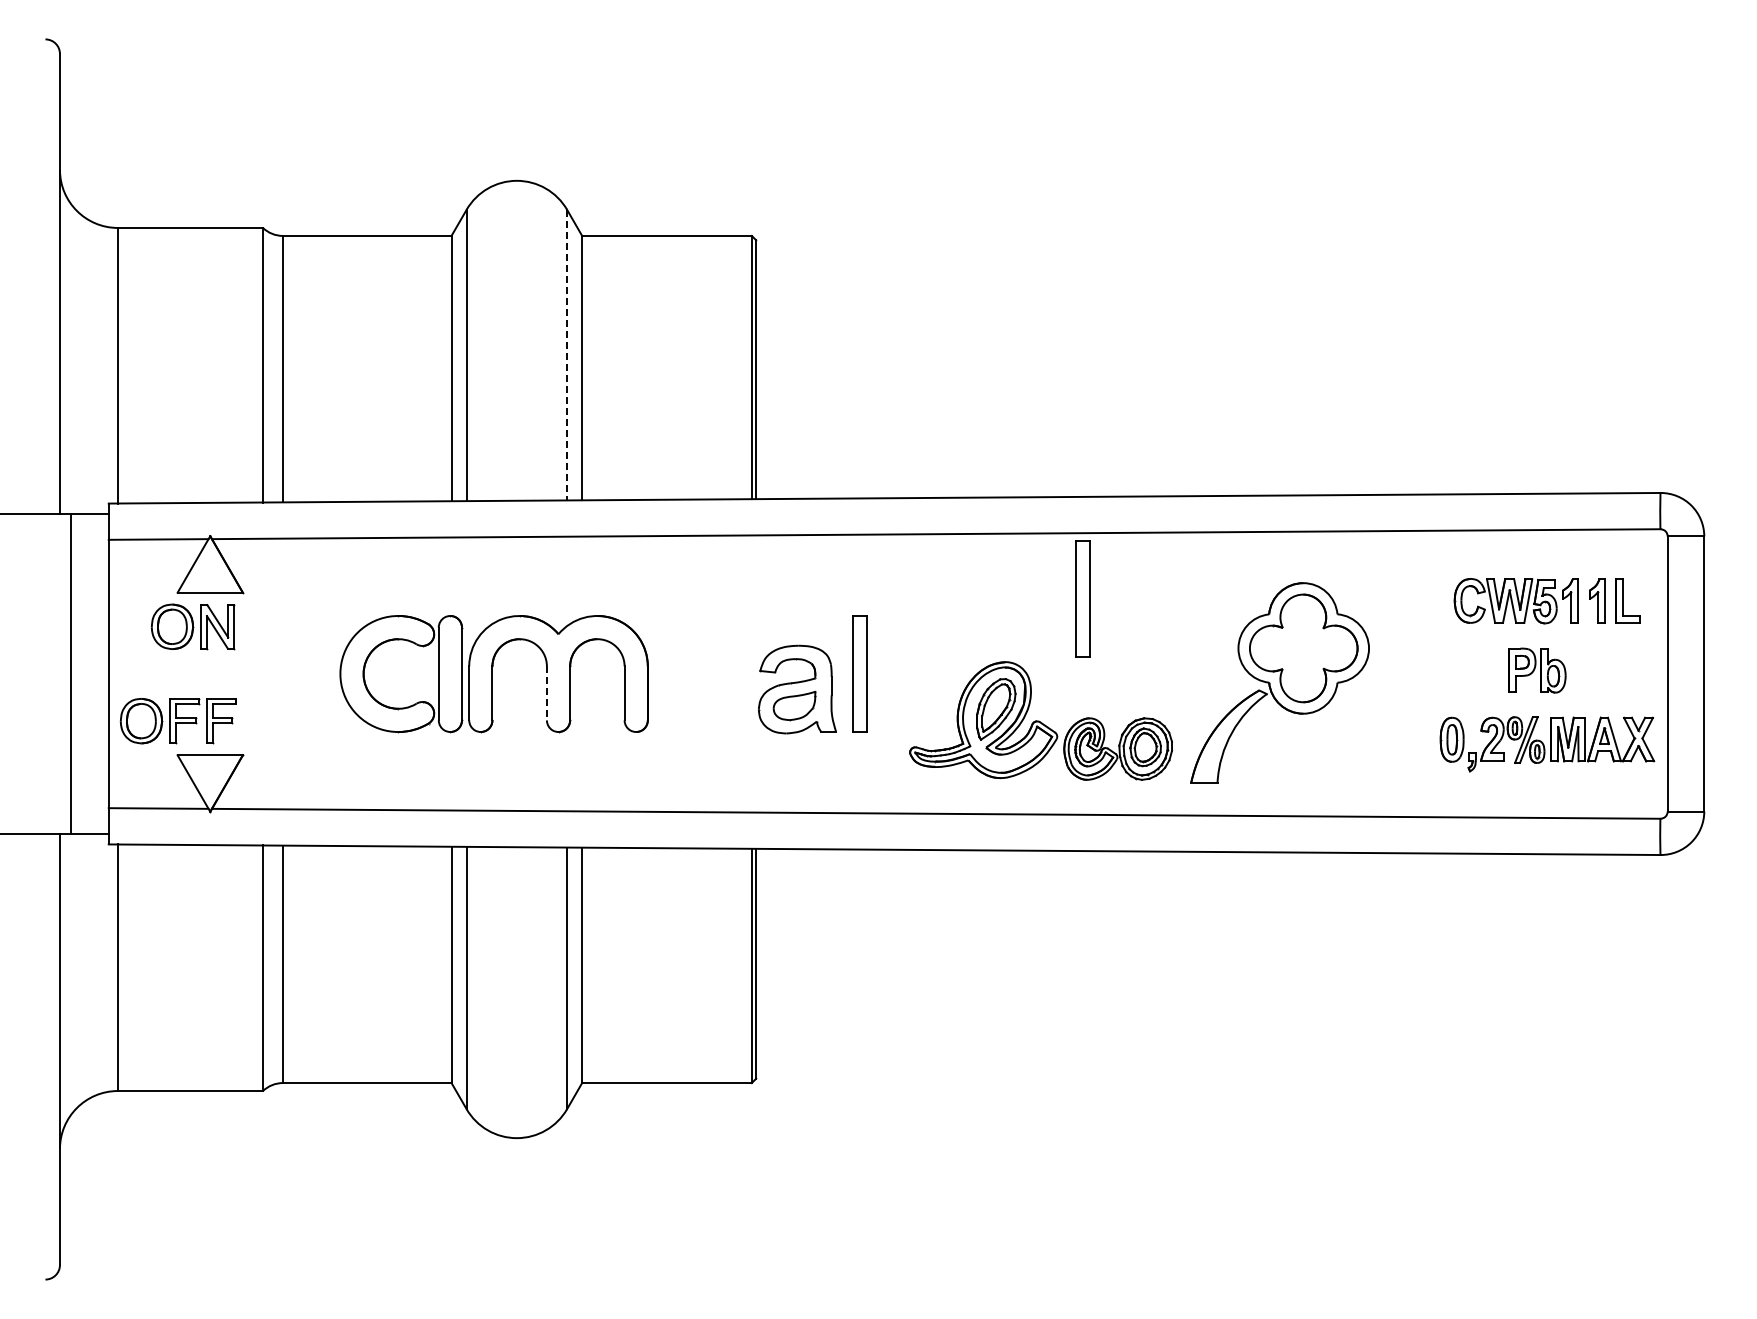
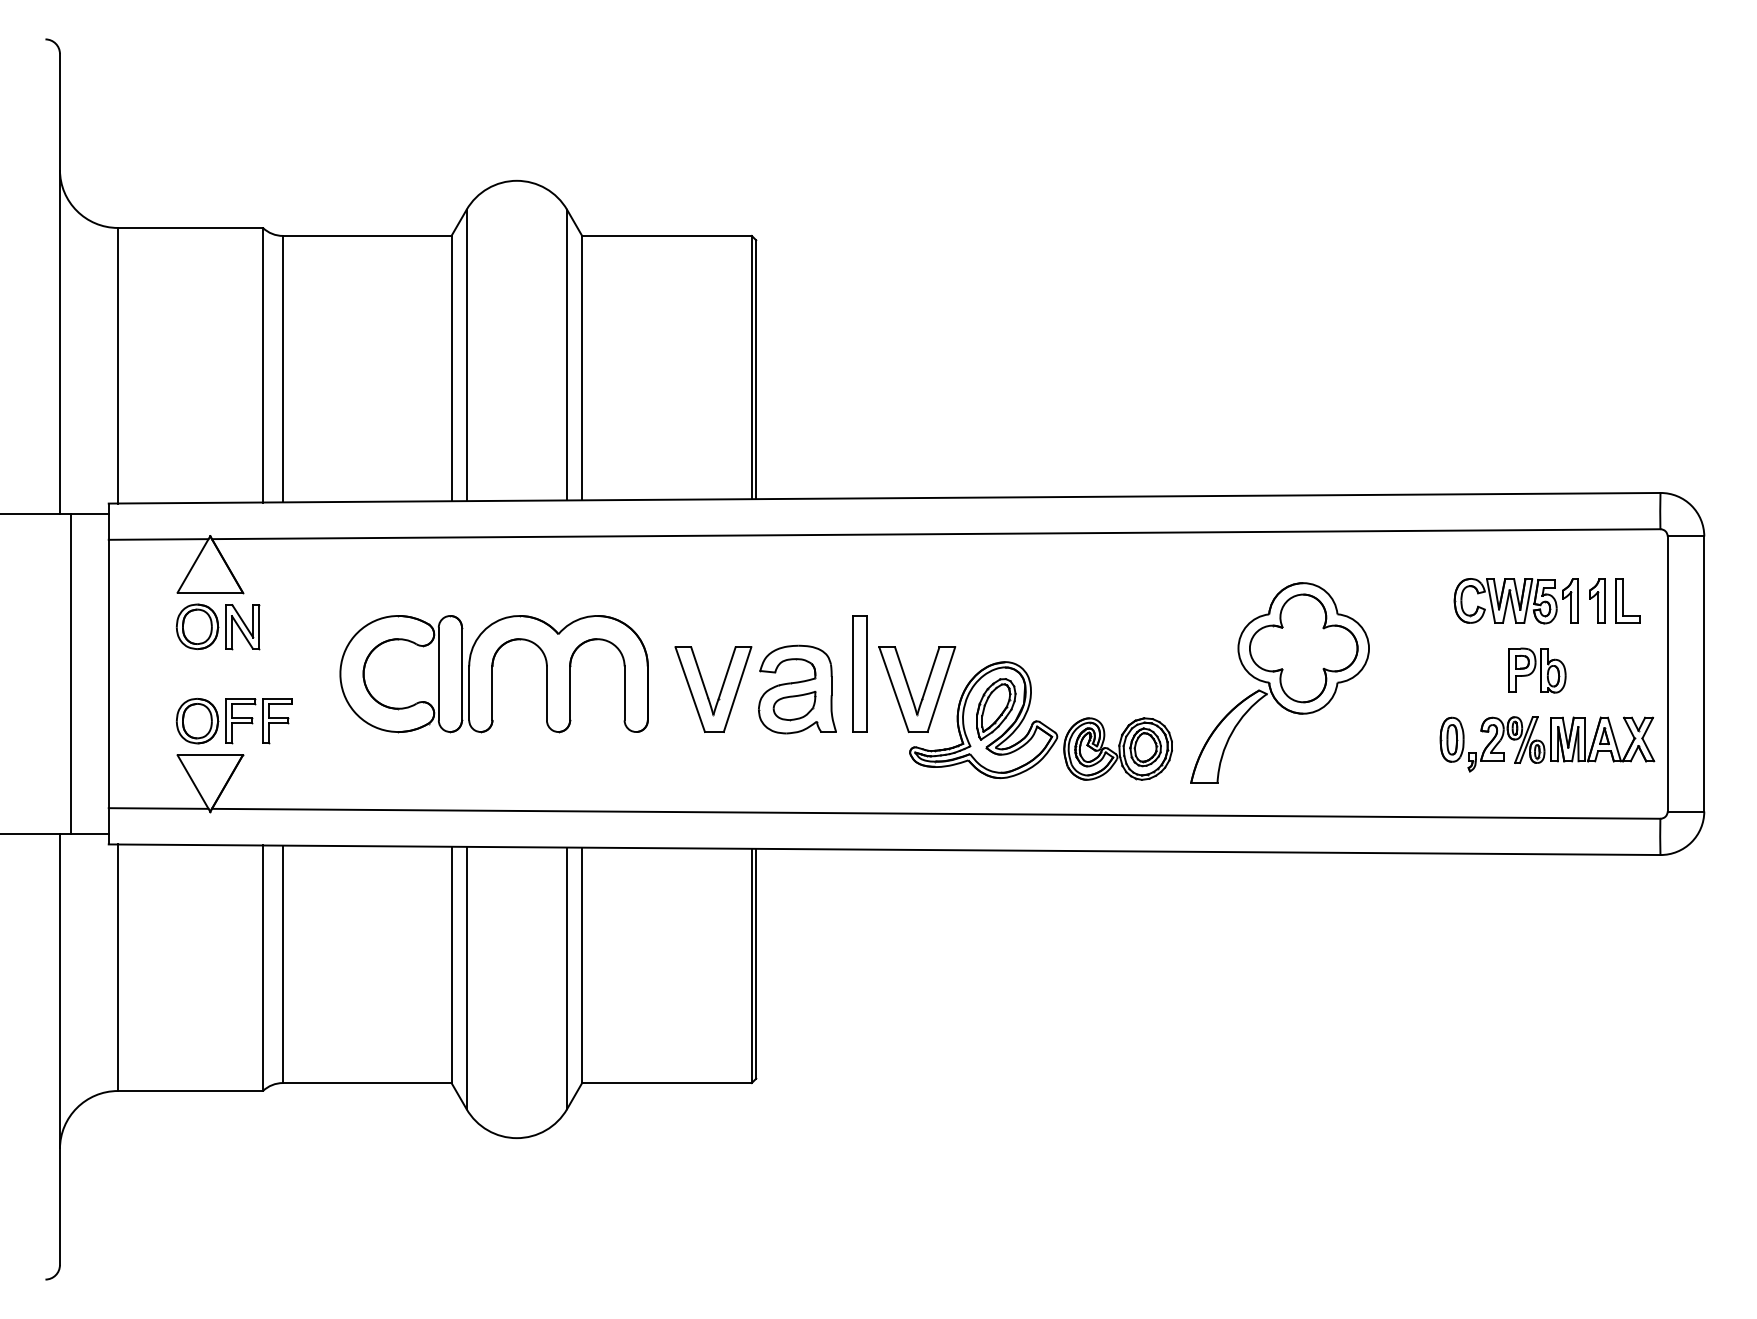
line at (567, 355): dashed -> solid
part at (1082, 598): present -> none
part at (192, 626) position: (192, 626) -> (217, 626)
part at (707, 692): none -> present
part at (911, 692): none -> present
line at (546, 693): dashed -> solid
part at (177, 720) position: (177, 720) -> (233, 720)
